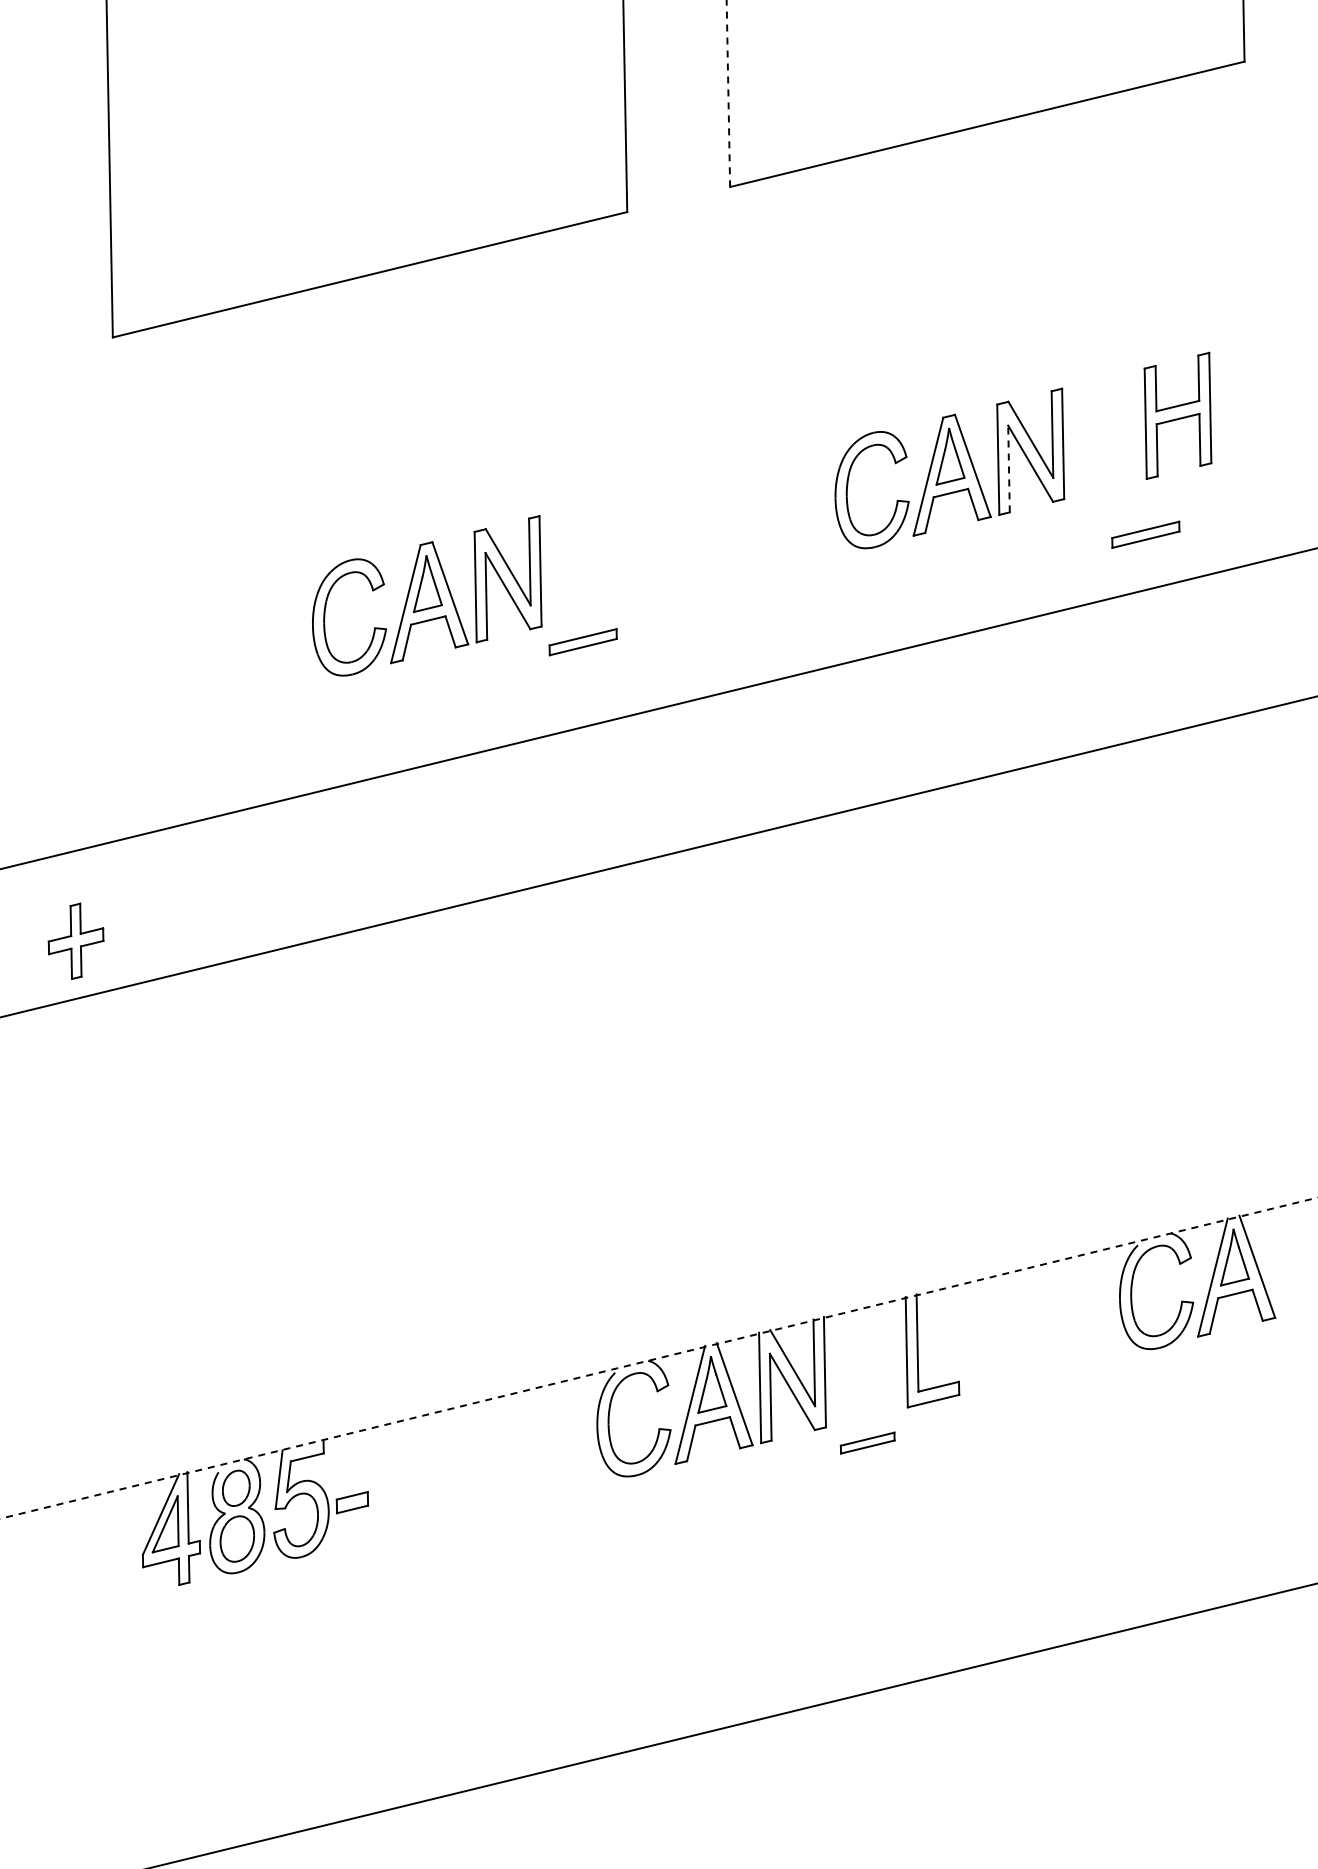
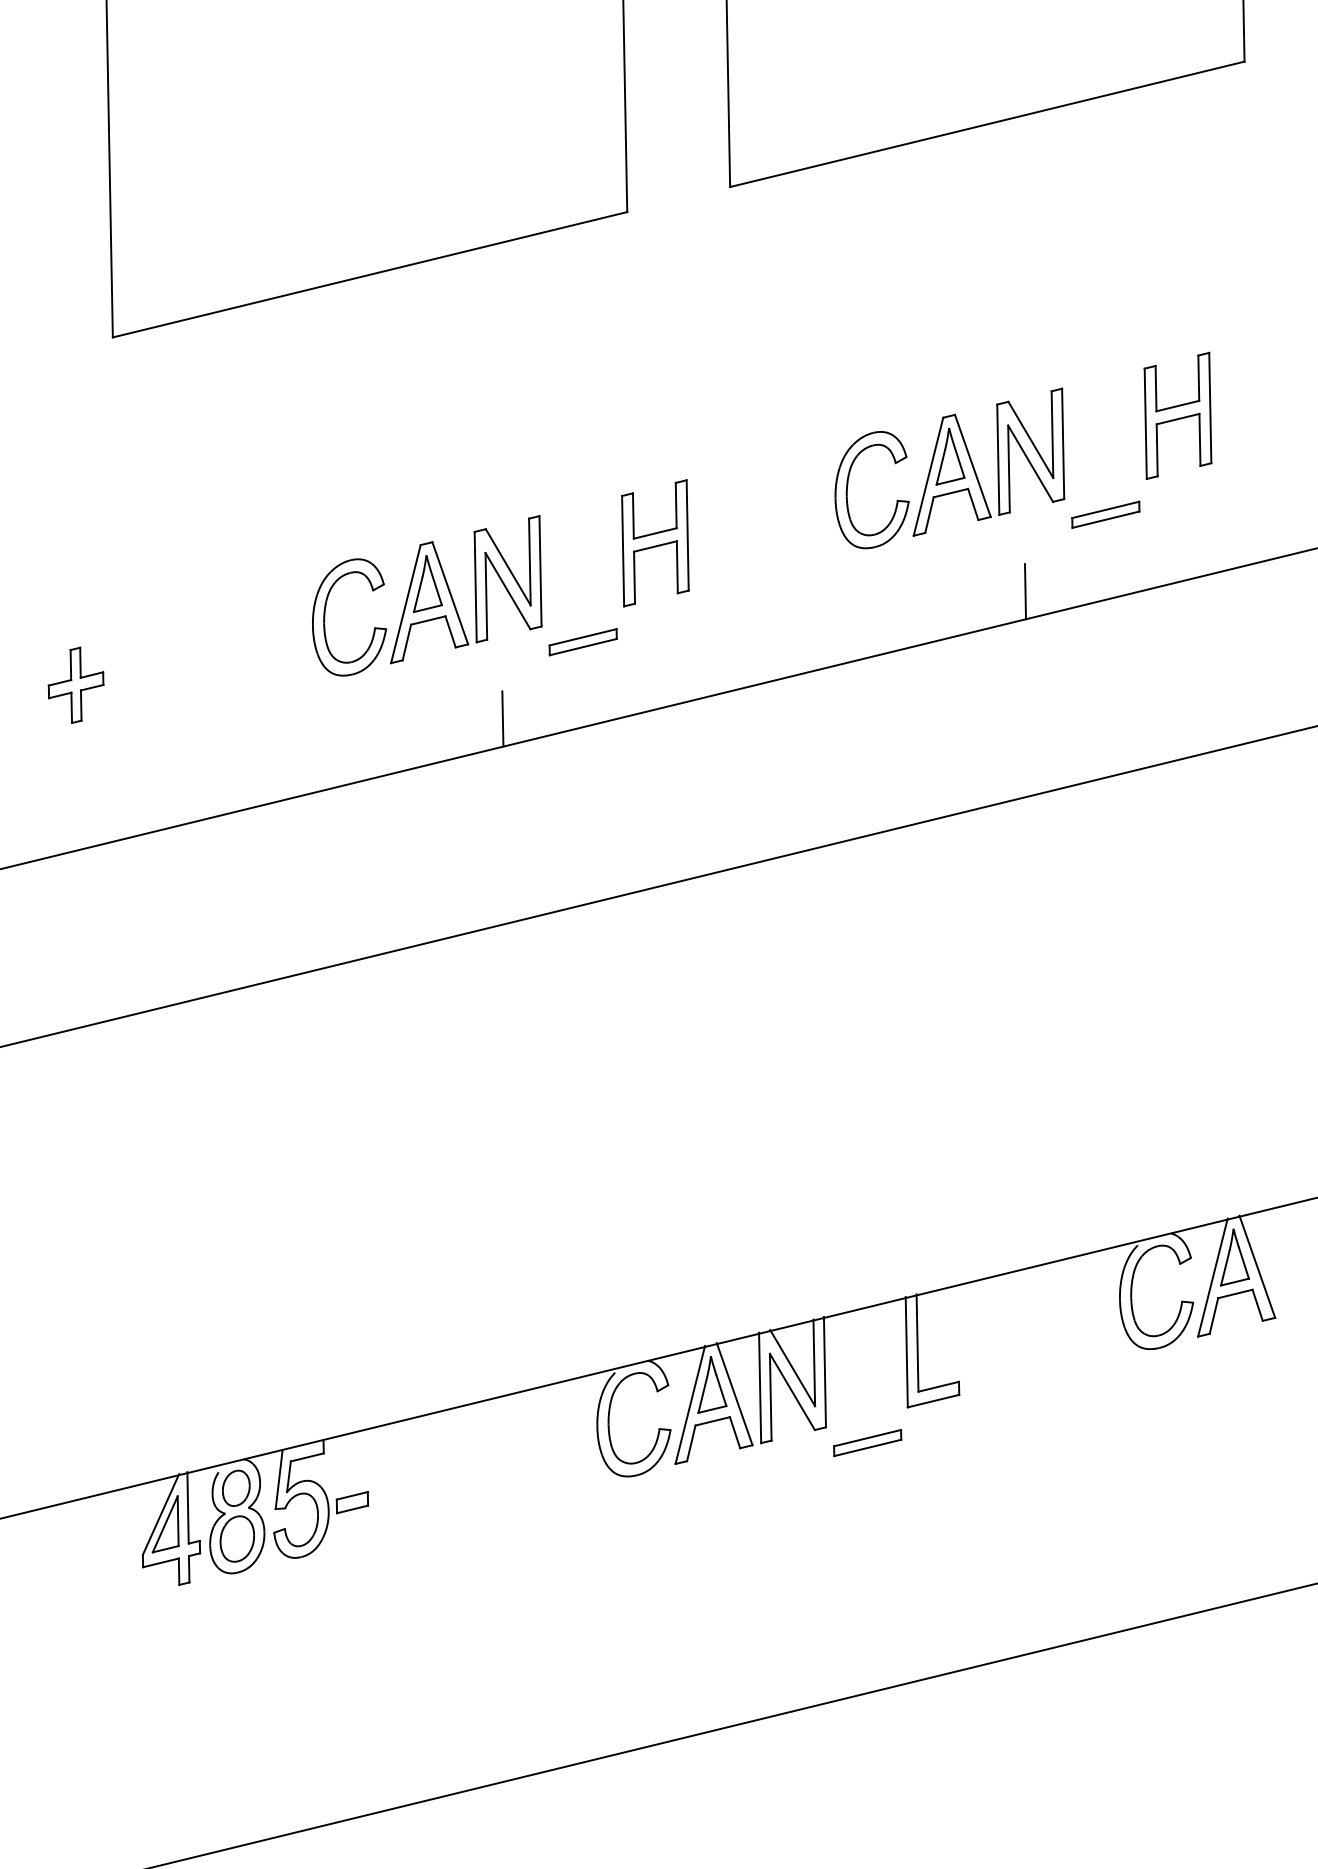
line at (728, 94): dashed -> solid
line at (1009, 468): dashed -> solid
part at (1145, 534) position: (1145, 534) -> (1105, 514)
part at (655, 543): none -> present
line at (1025, 591): none -> present
line at (502, 718): none -> present
line at (658, 856) position: (658, 856) -> (658, 886)
part at (75, 940) position: (75, 940) -> (75, 684)
line at (658, 1358): dashed -> solid
part at (867, 1442) size: 57x24 px -> 70x29 px
